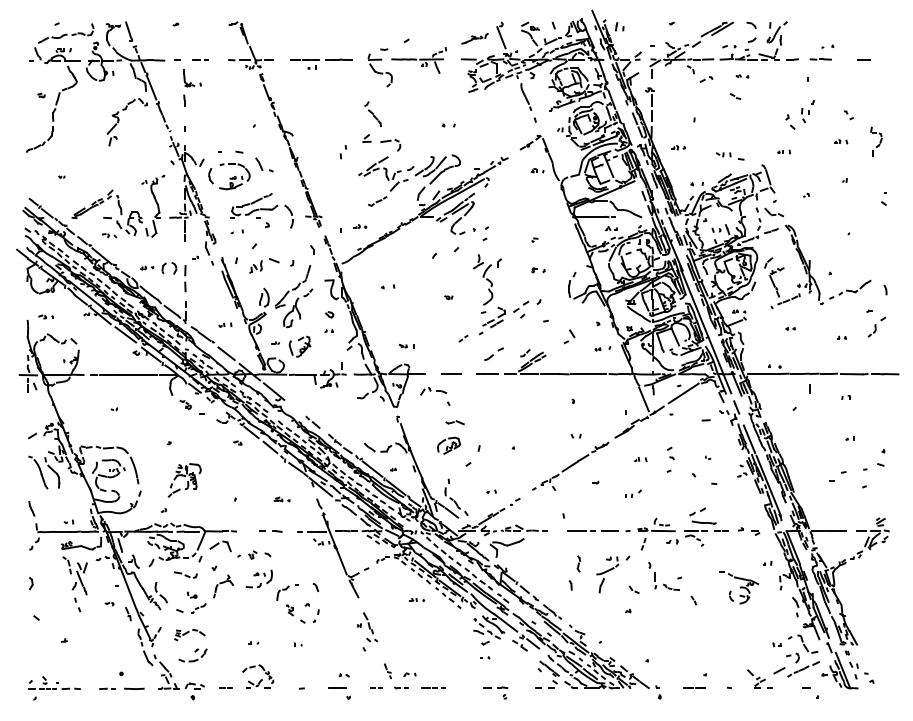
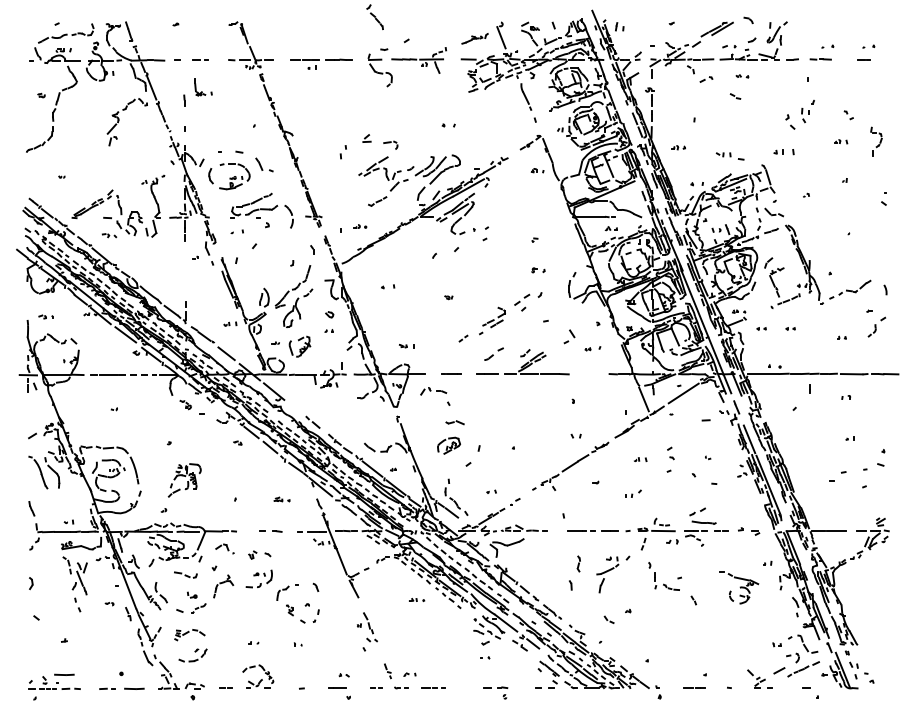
part at (751, 25) position: (751, 25) -> (748, 20)
part at (868, 46): none -> present
part at (192, 78) position: (192, 78) -> (203, 87)
part at (372, 114) position: (372, 114) -> (374, 17)
part at (390, 145) size: 22x13 px -> 16x10 px
part at (783, 151) size: 14x6 px -> 22x7 px
part at (264, 265): present -> none
part at (163, 277): present -> none
part at (487, 283): present -> none
part at (527, 308) position: (527, 308) -> (528, 301)
part at (225, 324) position: (225, 324) -> (230, 323)
part at (761, 328): none -> present
part at (602, 348) position: (602, 348) -> (592, 348)
line at (588, 374): present -> none
line at (138, 375): solid -> dashed
part at (224, 548) size: 32x18 px -> 20x12 px
part at (633, 589) position: (633, 589) -> (608, 619)
line at (64, 674): none -> present
